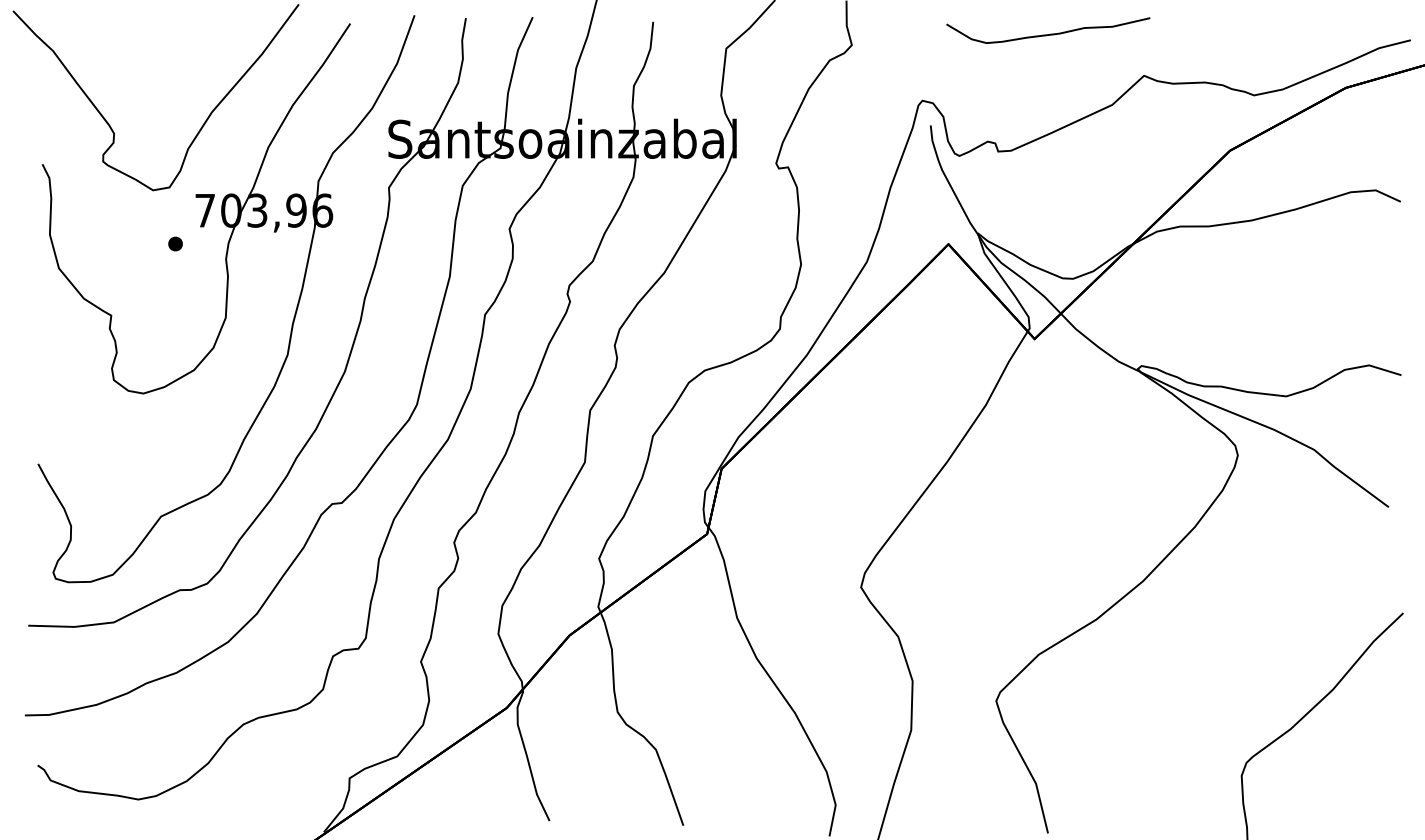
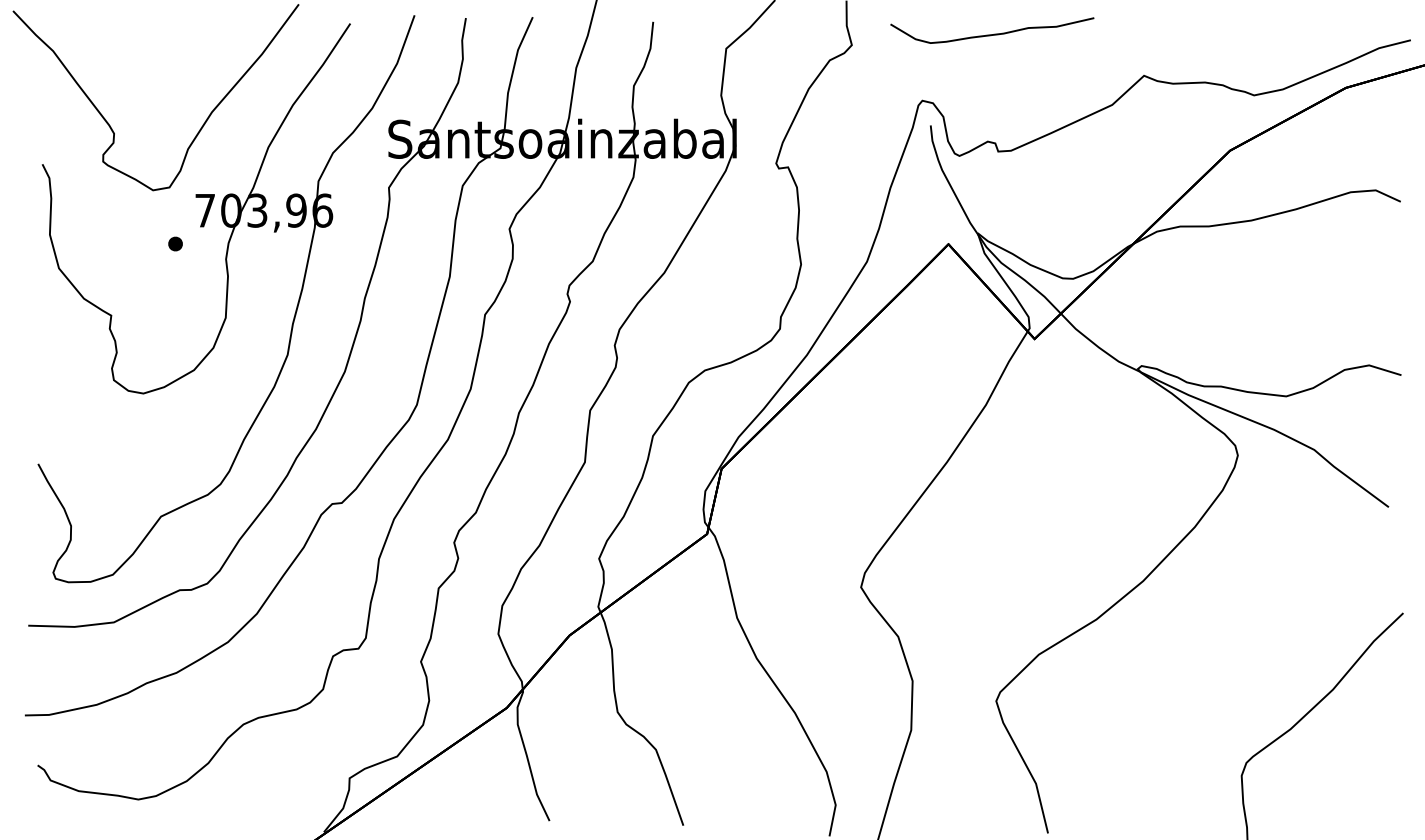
curve at (1050, 33) position: (1050, 33) -> (994, 33)
